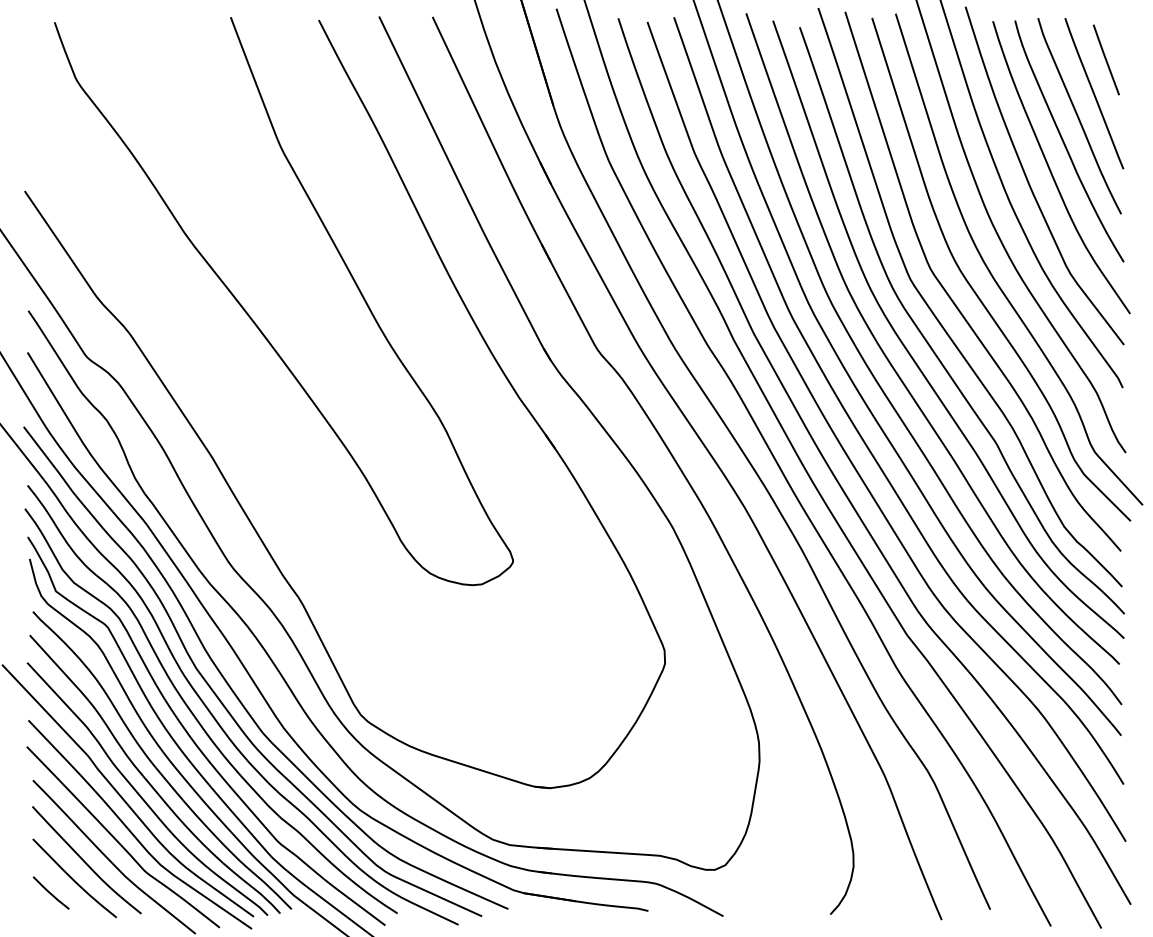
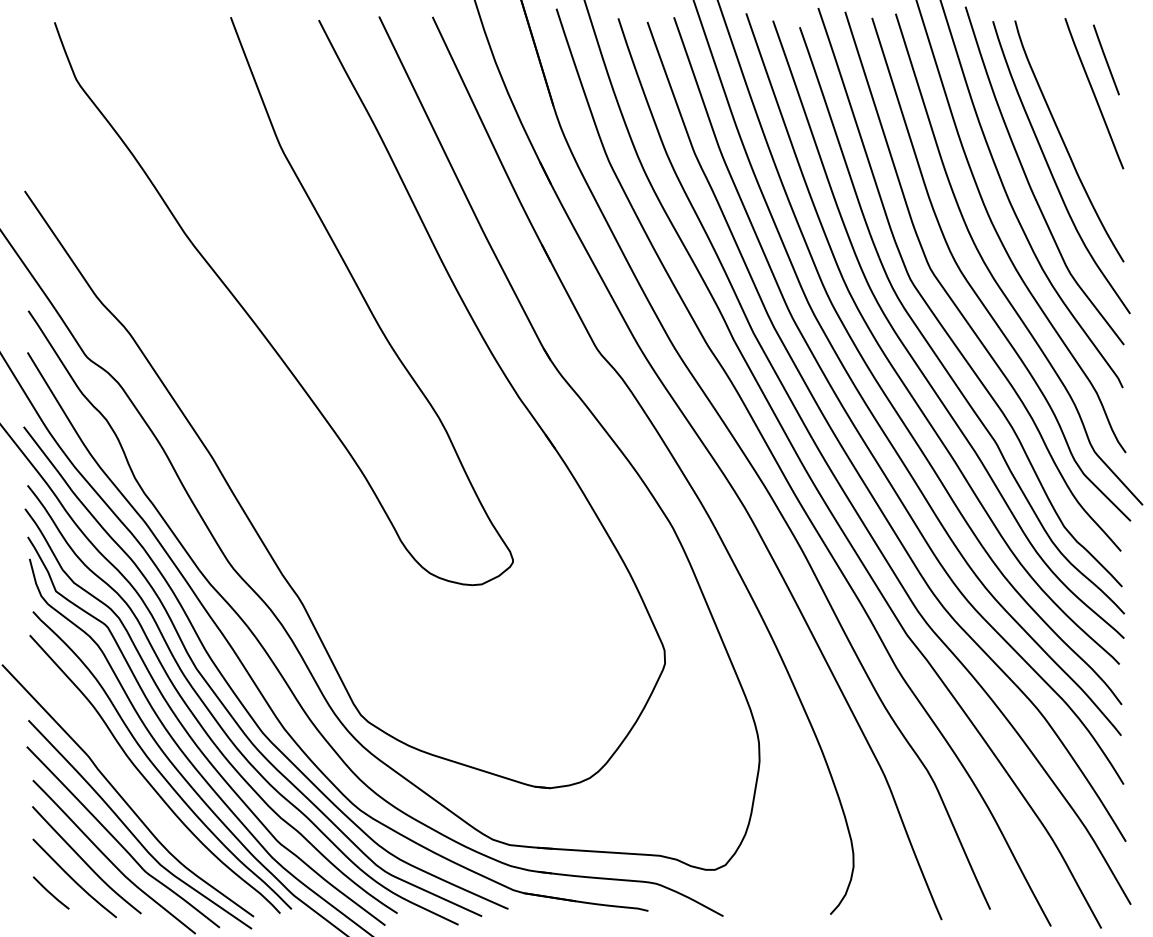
curve at (1078, 116): present -> none
curve at (140, 794): present -> none
